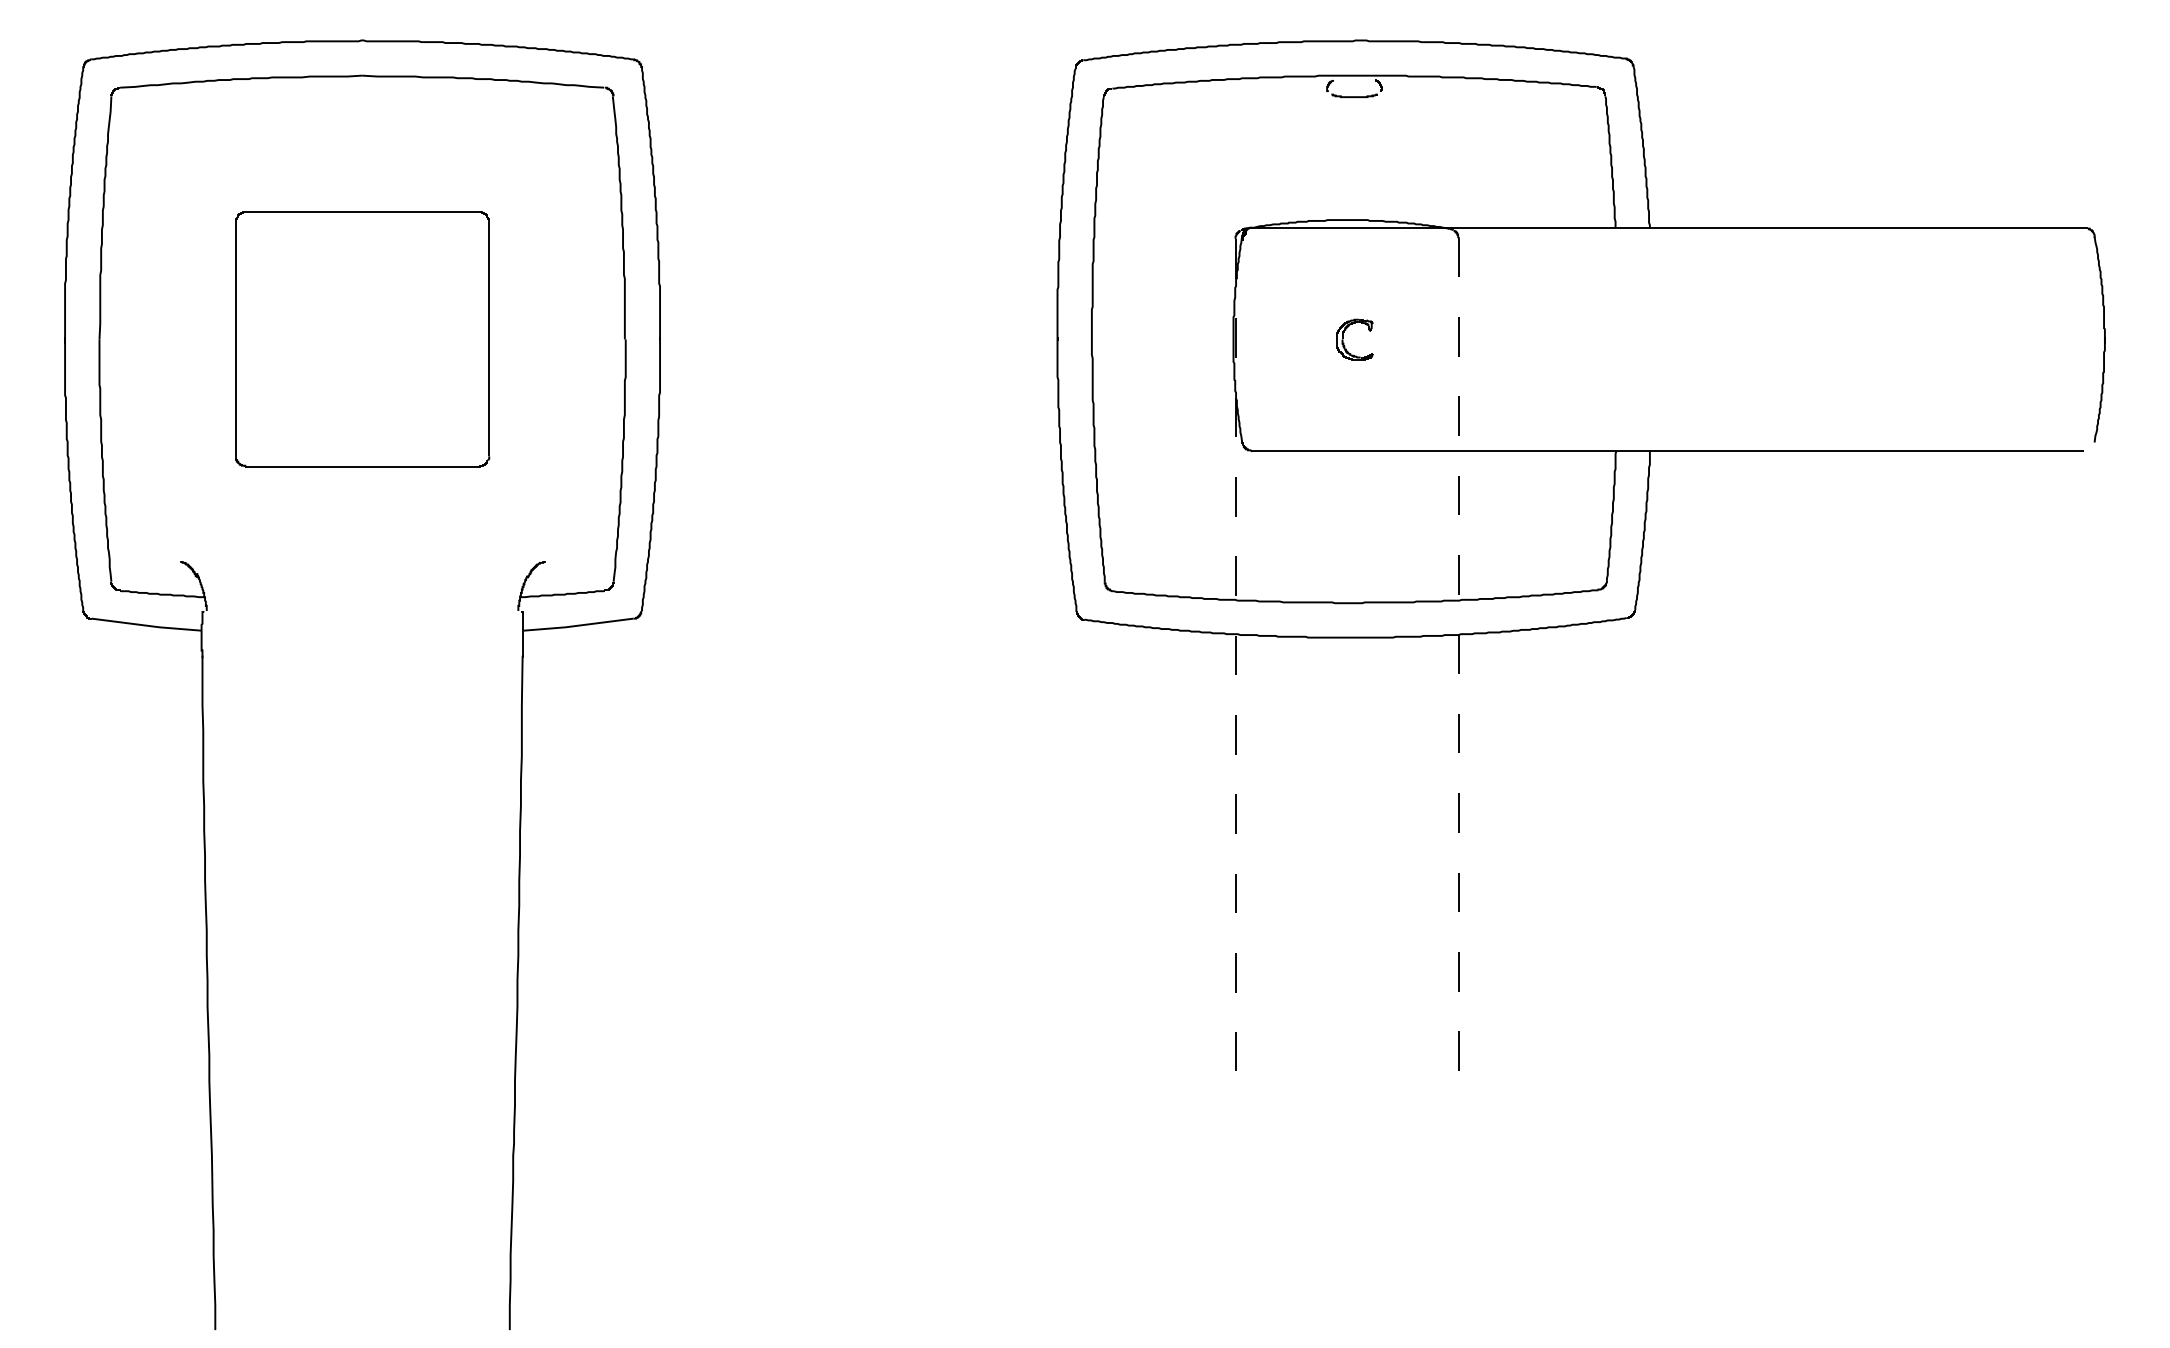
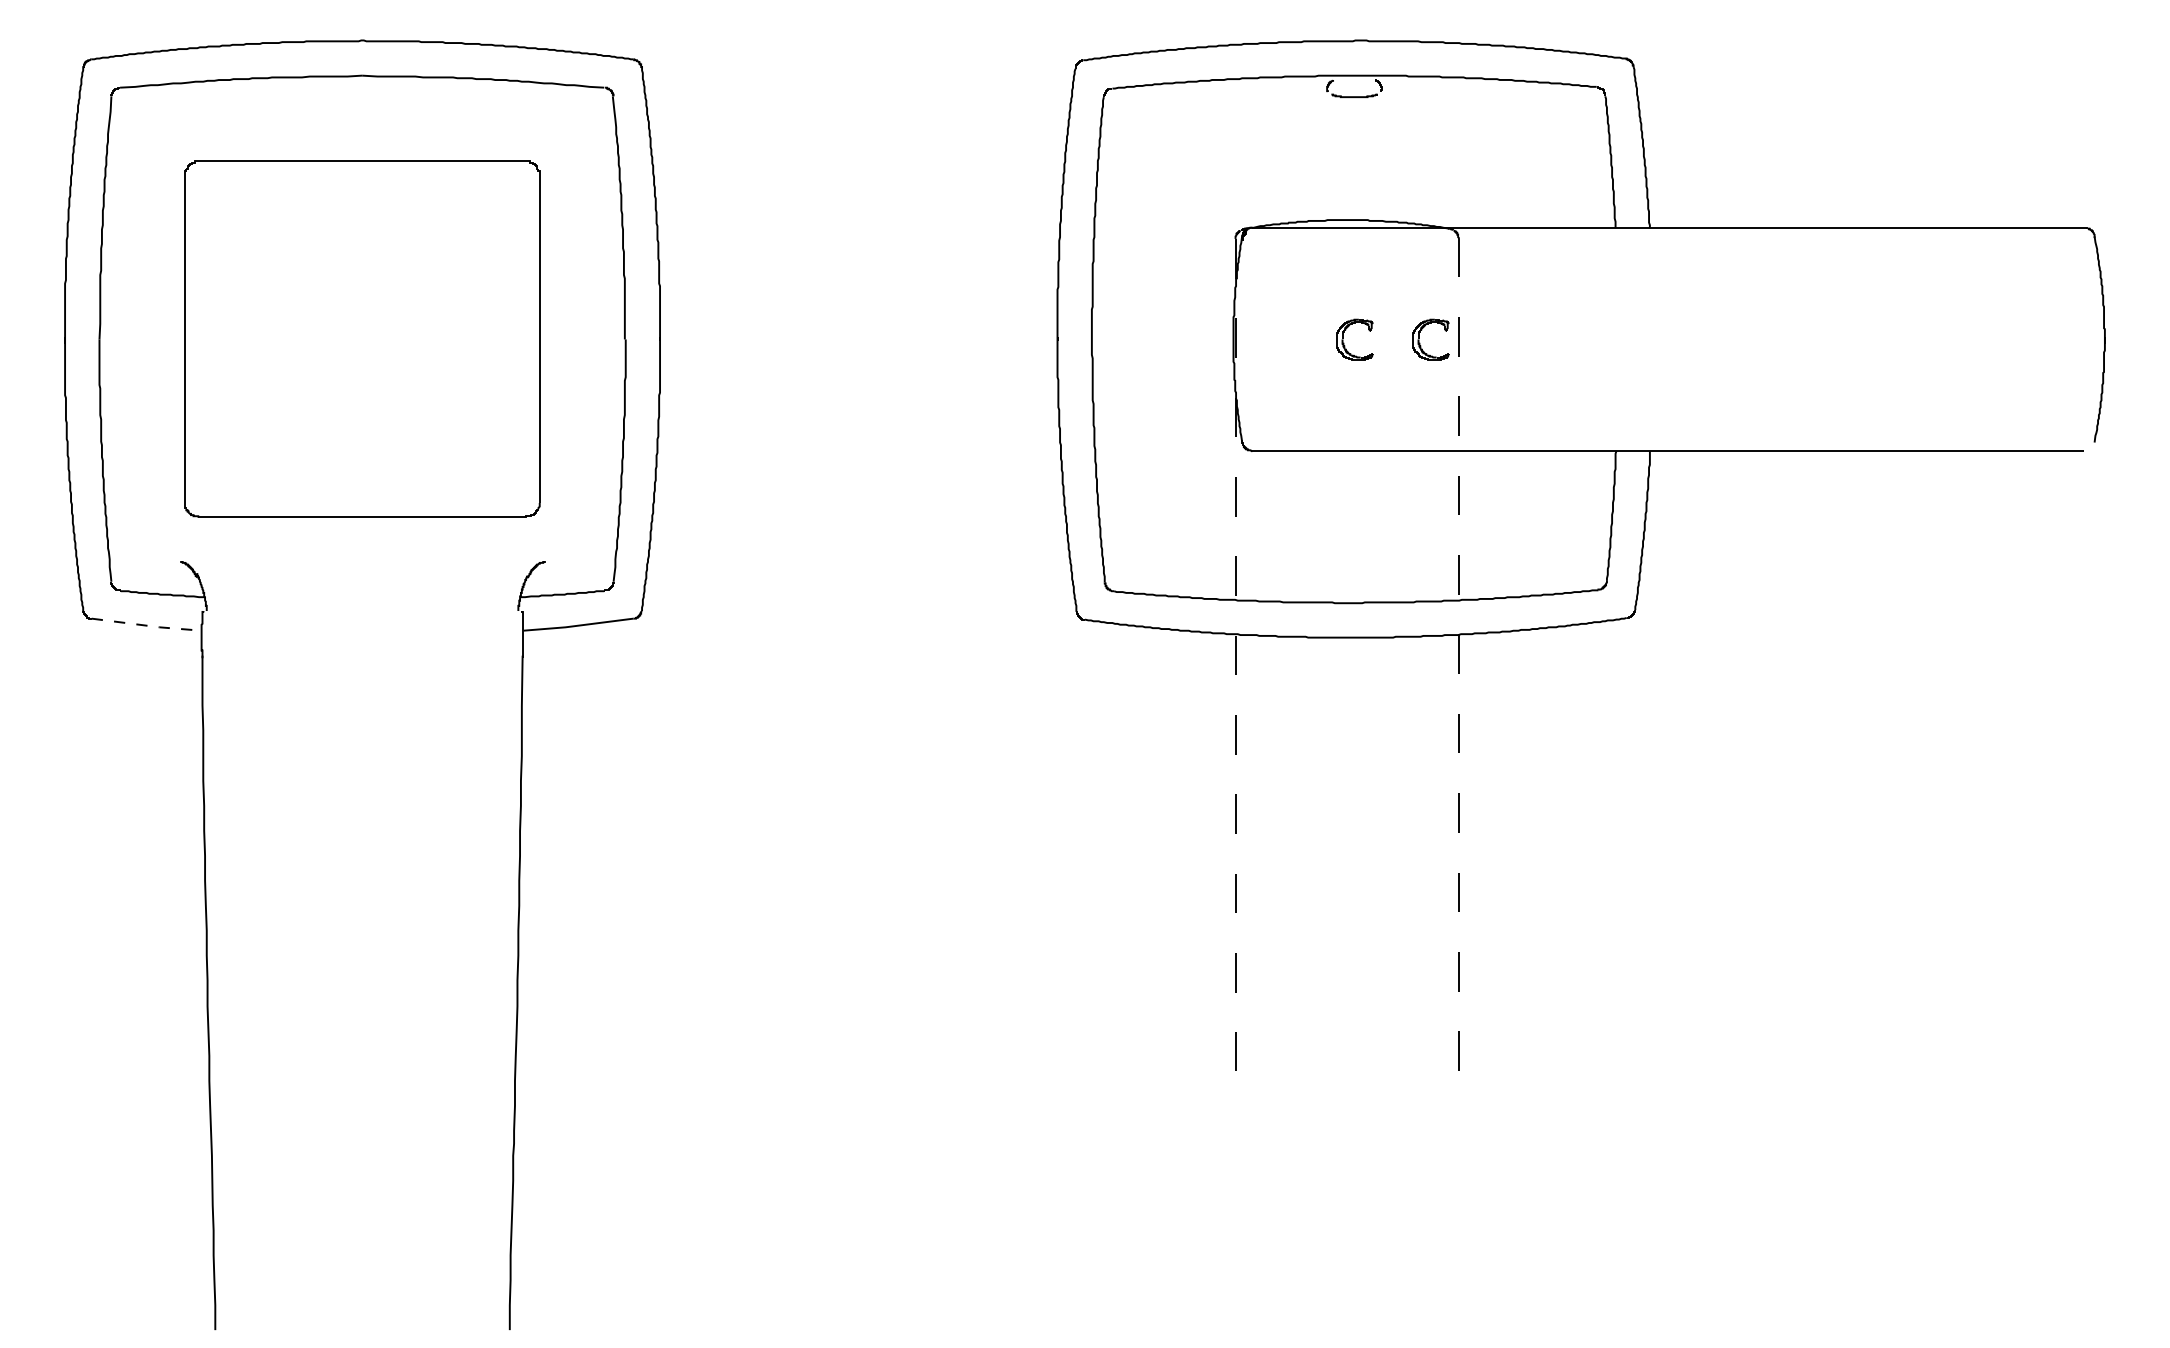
part at (362, 339) size: 256x257 px -> 357x358 px
part at (1420, 343): none -> present
line at (147, 625): solid -> dashed
